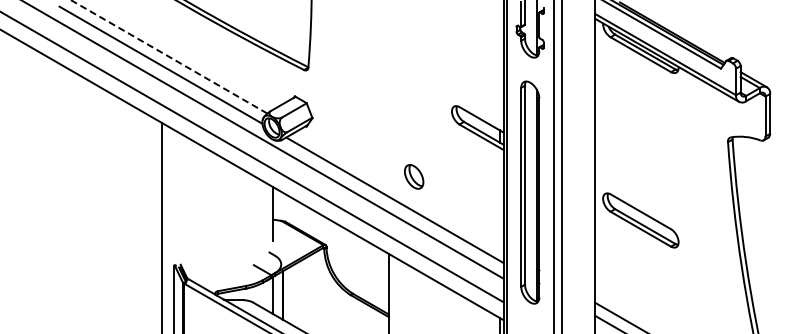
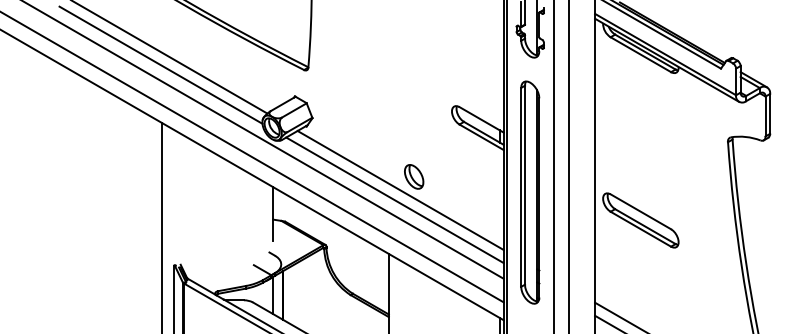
line at (168, 56): dashed -> solid
line at (561, 166) position: (561, 166) -> (568, 166)
line at (400, 190): none -> present
